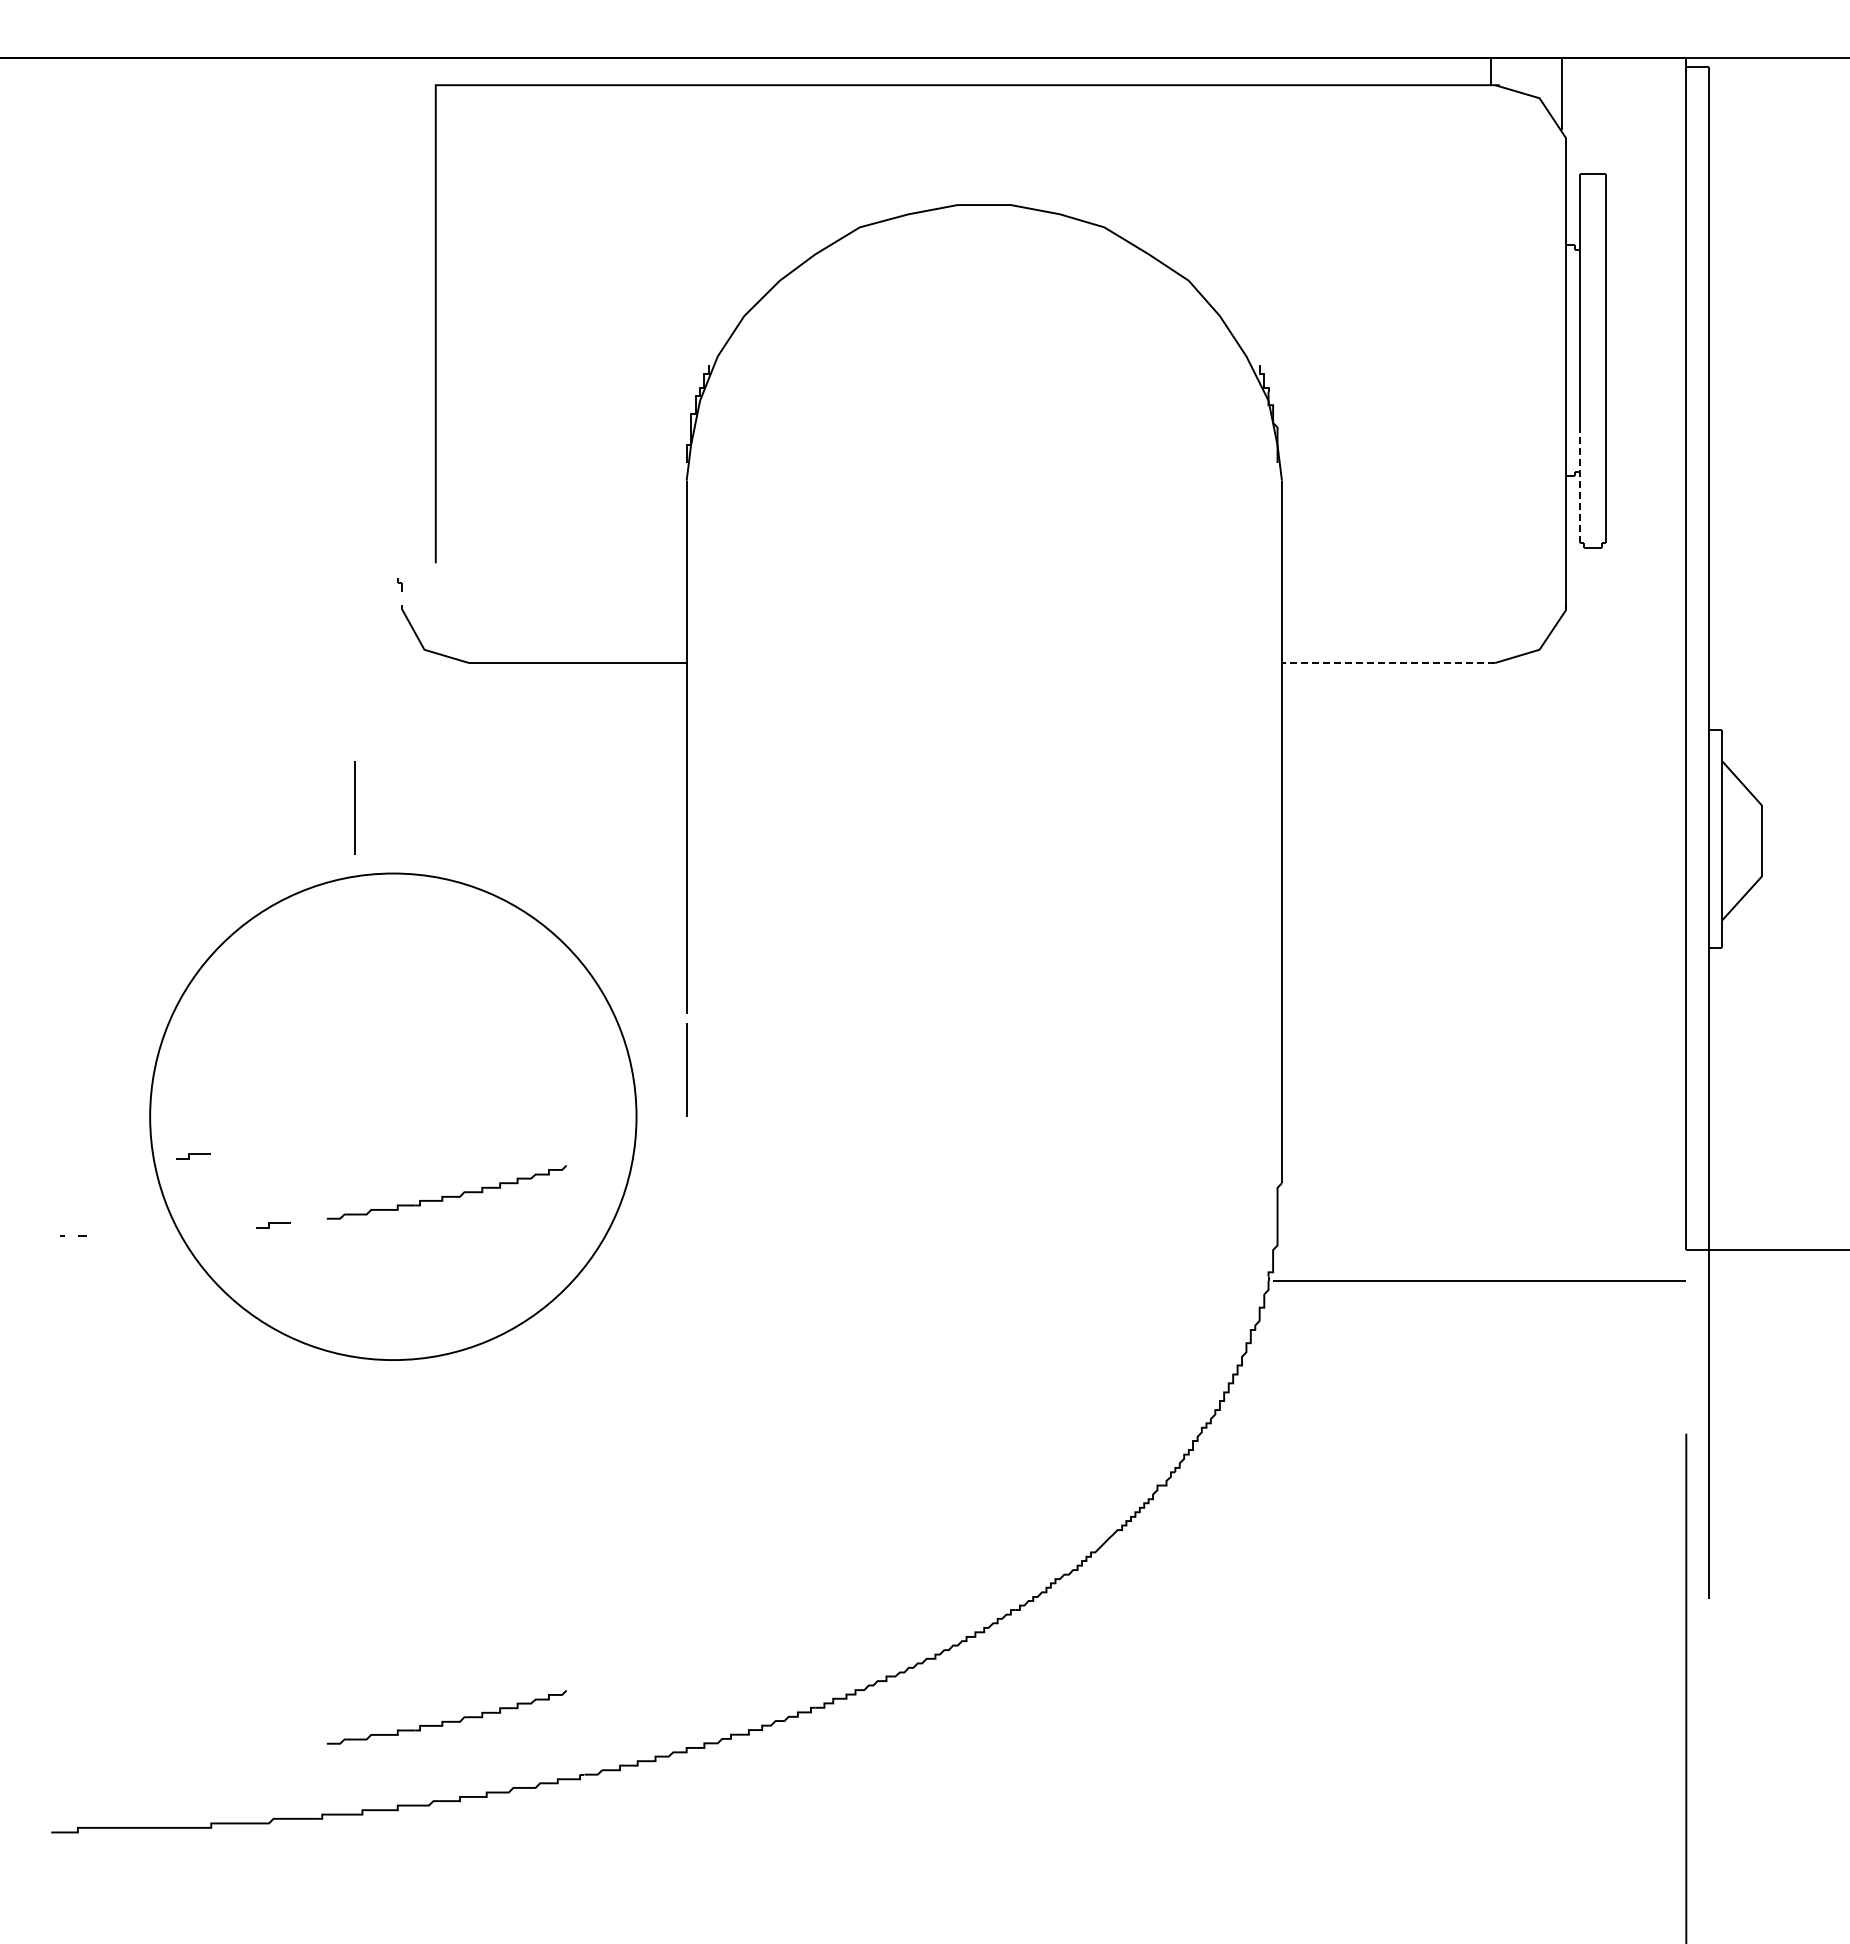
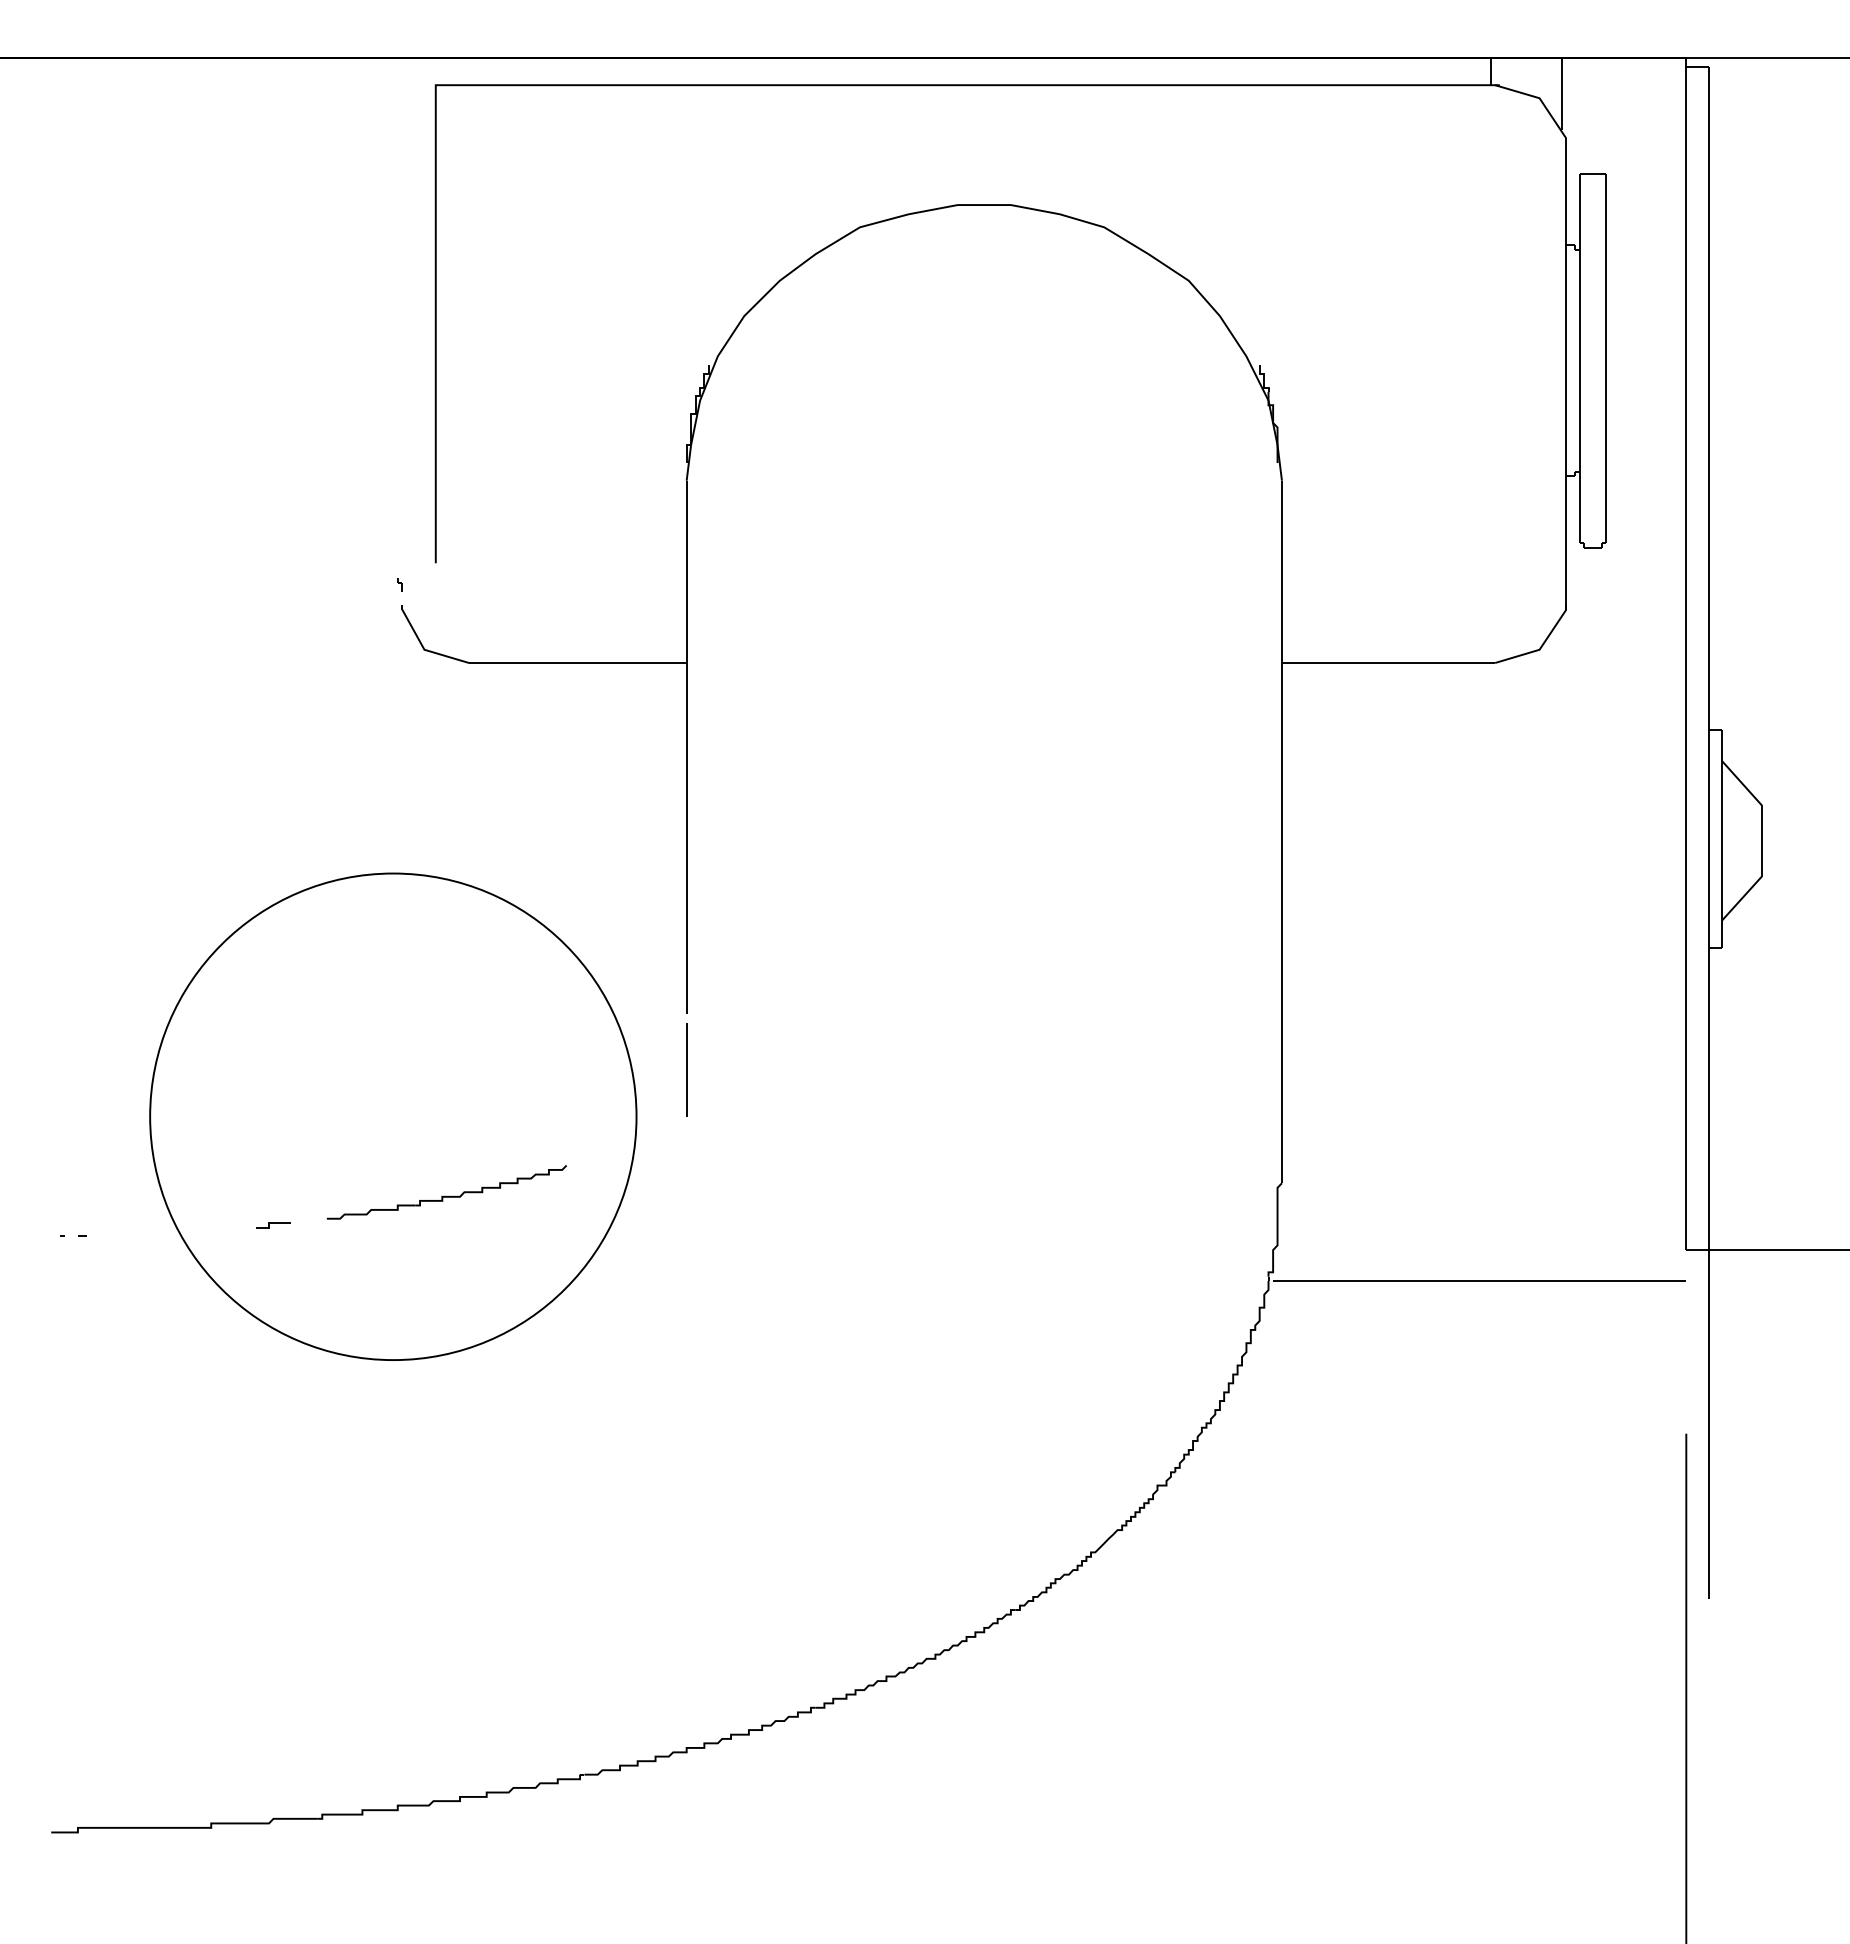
line at (1579, 487): dashed -> solid
line at (1388, 663): dashed -> solid
line at (354, 807): present -> none
part at (193, 1156): present -> none
part at (446, 1717): present -> none
